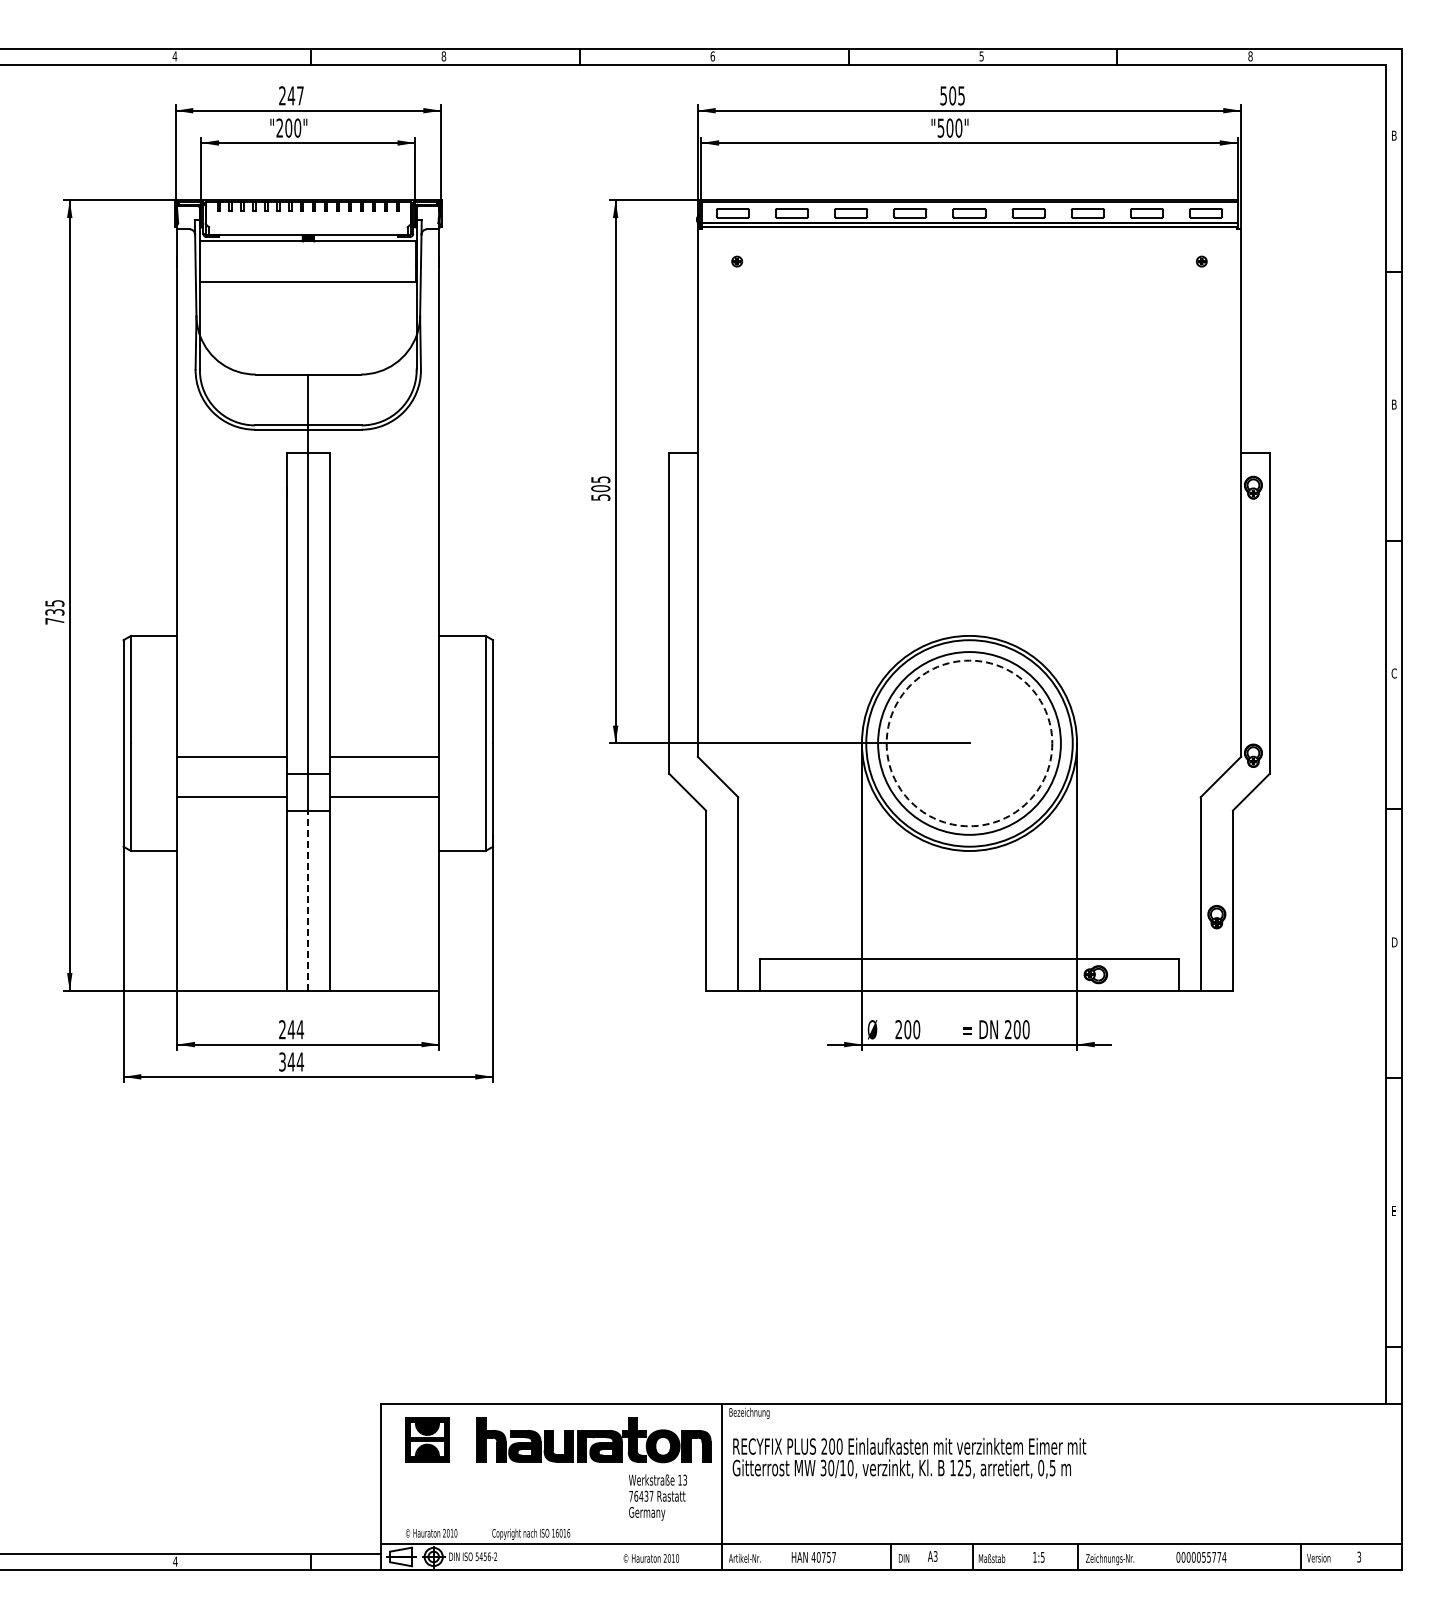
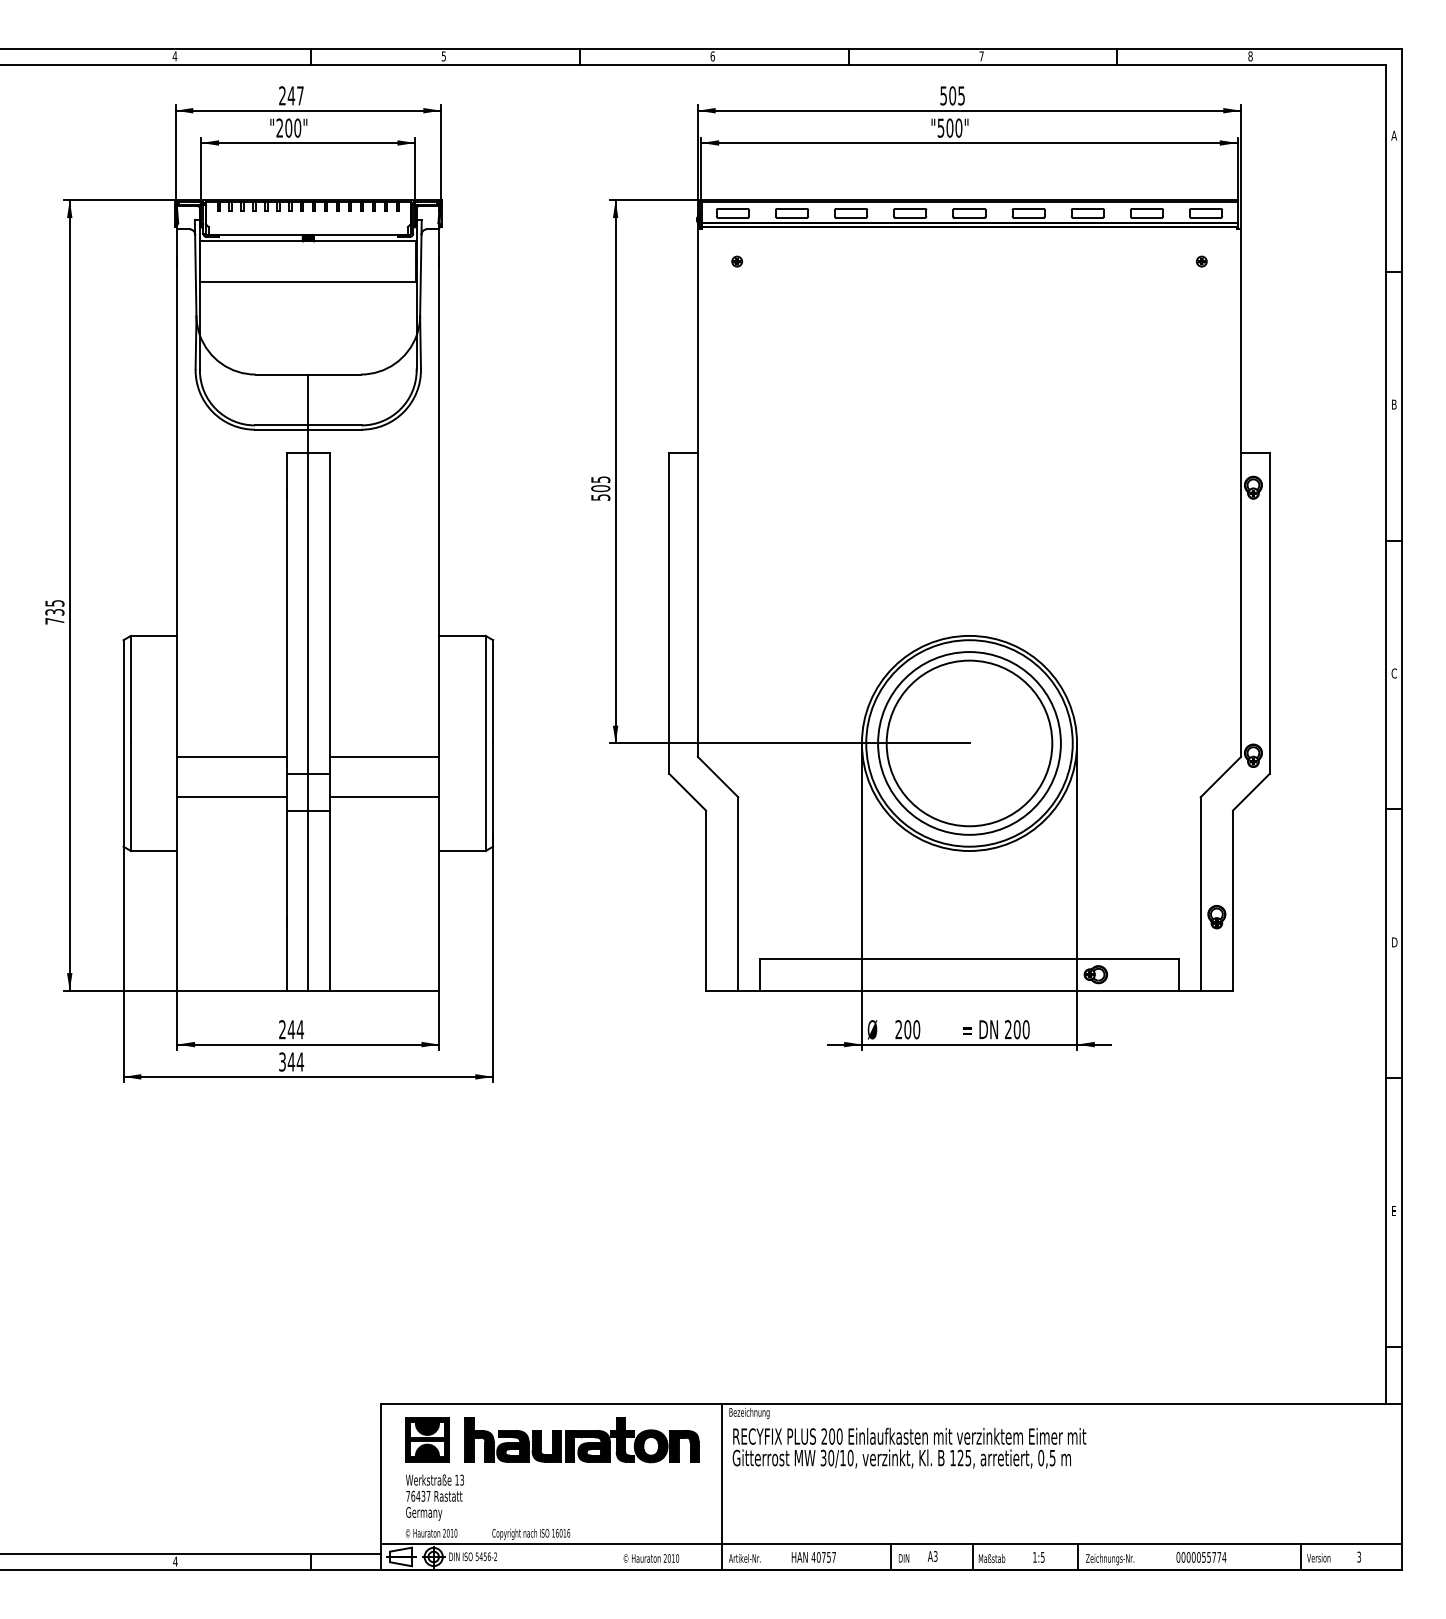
text at (443, 56): 8 -> 5
text at (981, 56): 5 -> 7
text at (1394, 135): B -> A
circle at (969, 743): dashed -> solid
line at (308, 900): dashed -> solid
part at (593, 1440) position: (593, 1440) -> (581, 1440)
text at (909, 1457) position: (909, 1457) -> (909, 1447)
text at (657, 1497) position: (657, 1497) -> (434, 1497)
